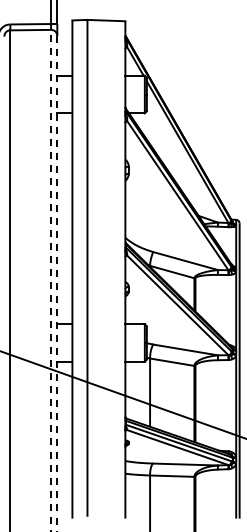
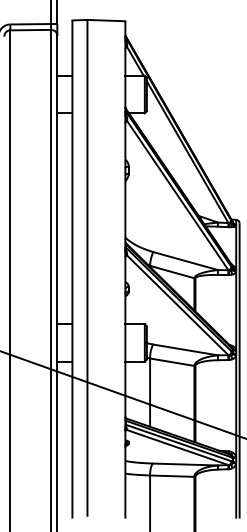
line at (51, 280): dashed -> solid
line at (57, 283): dashed -> solid
